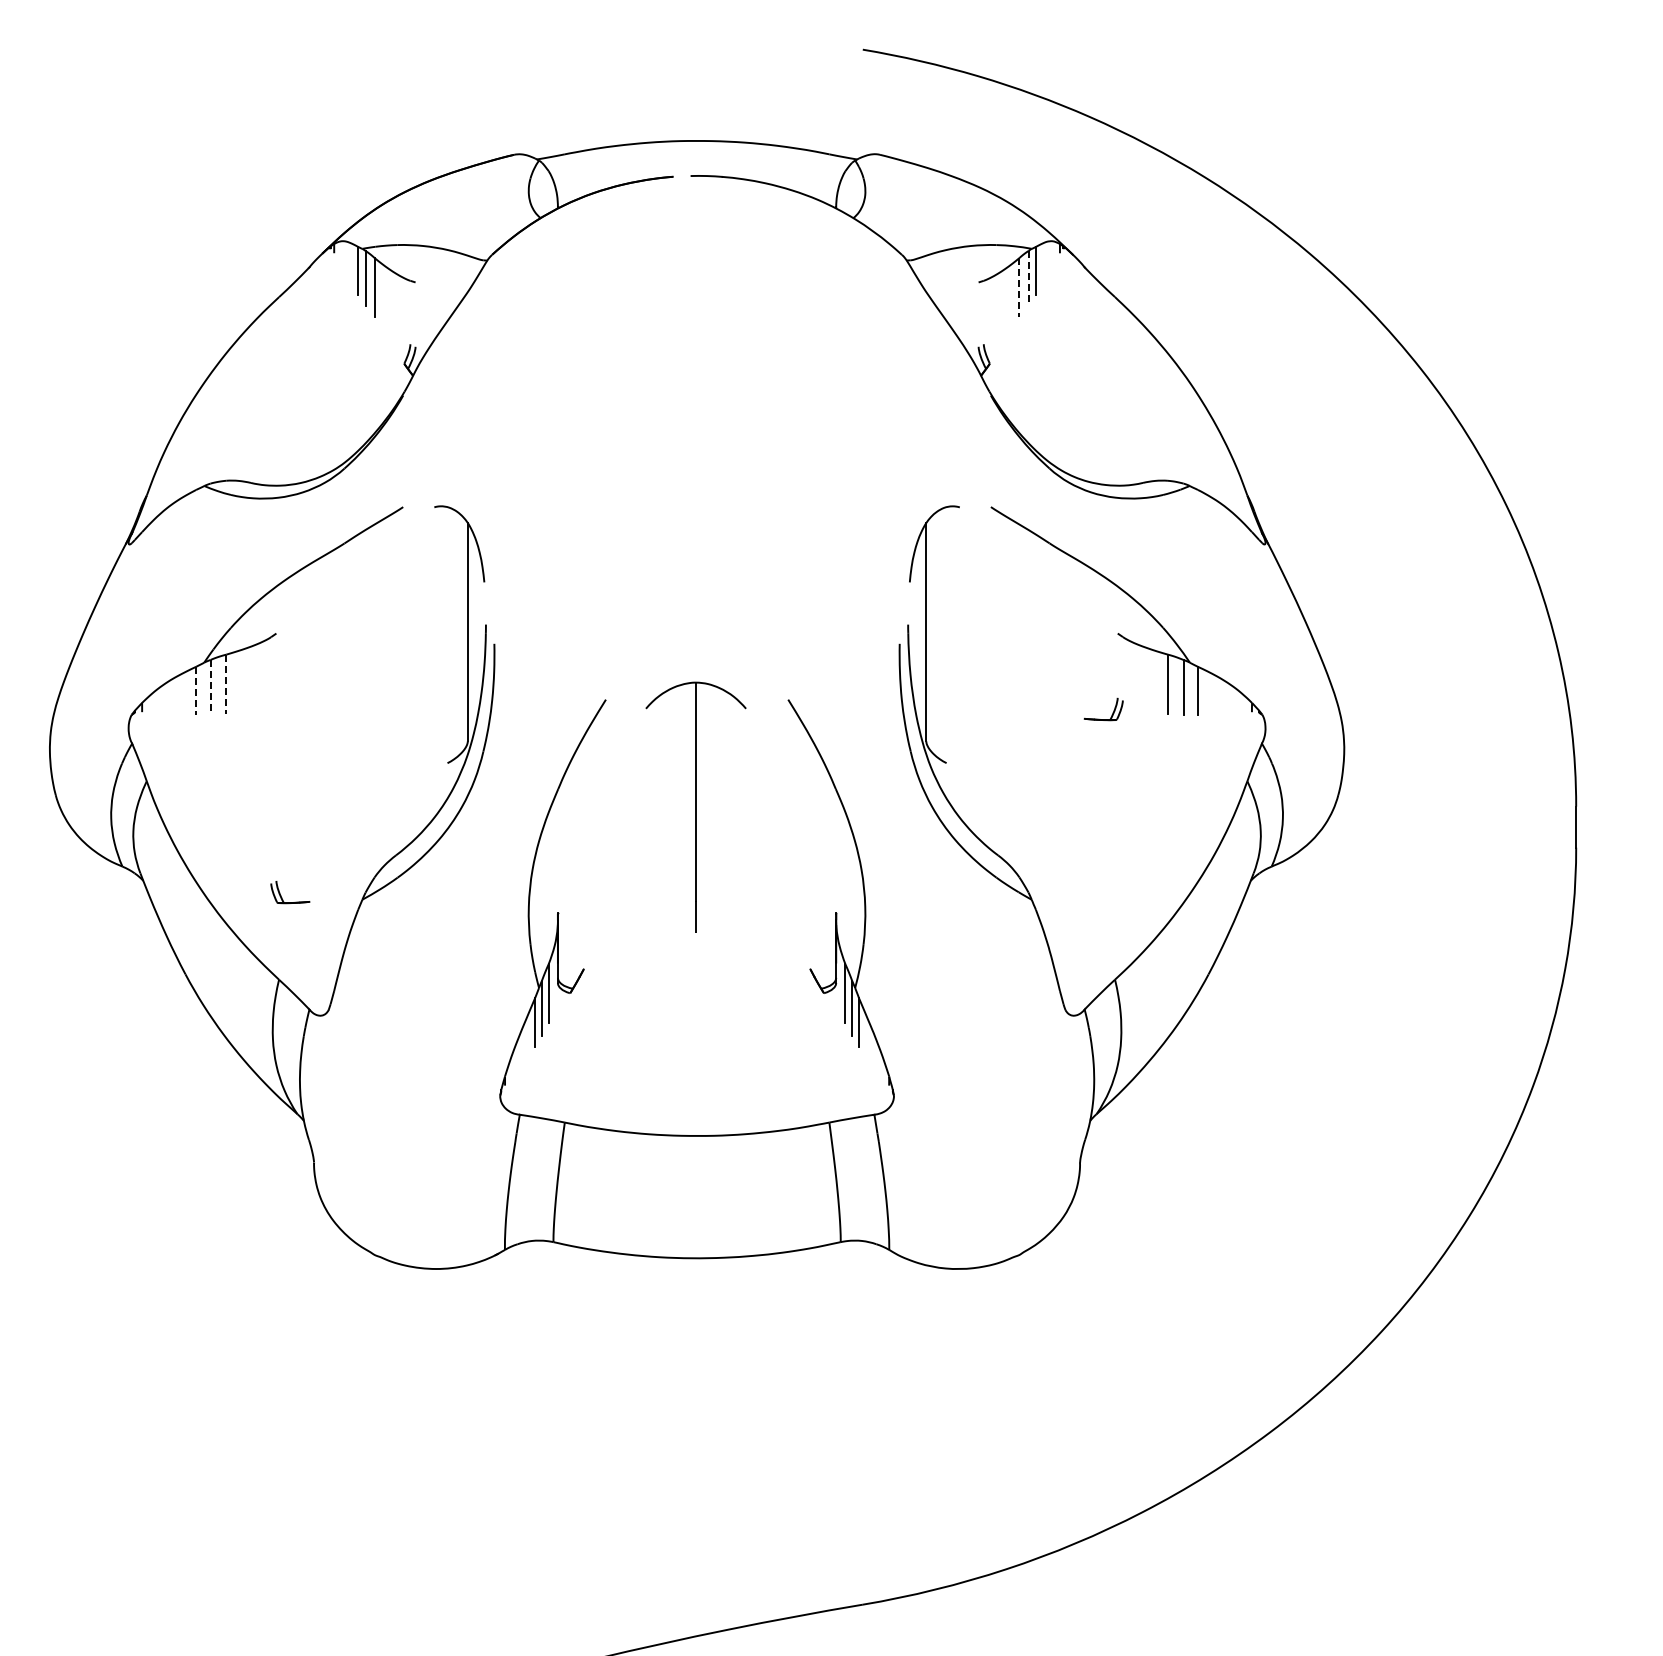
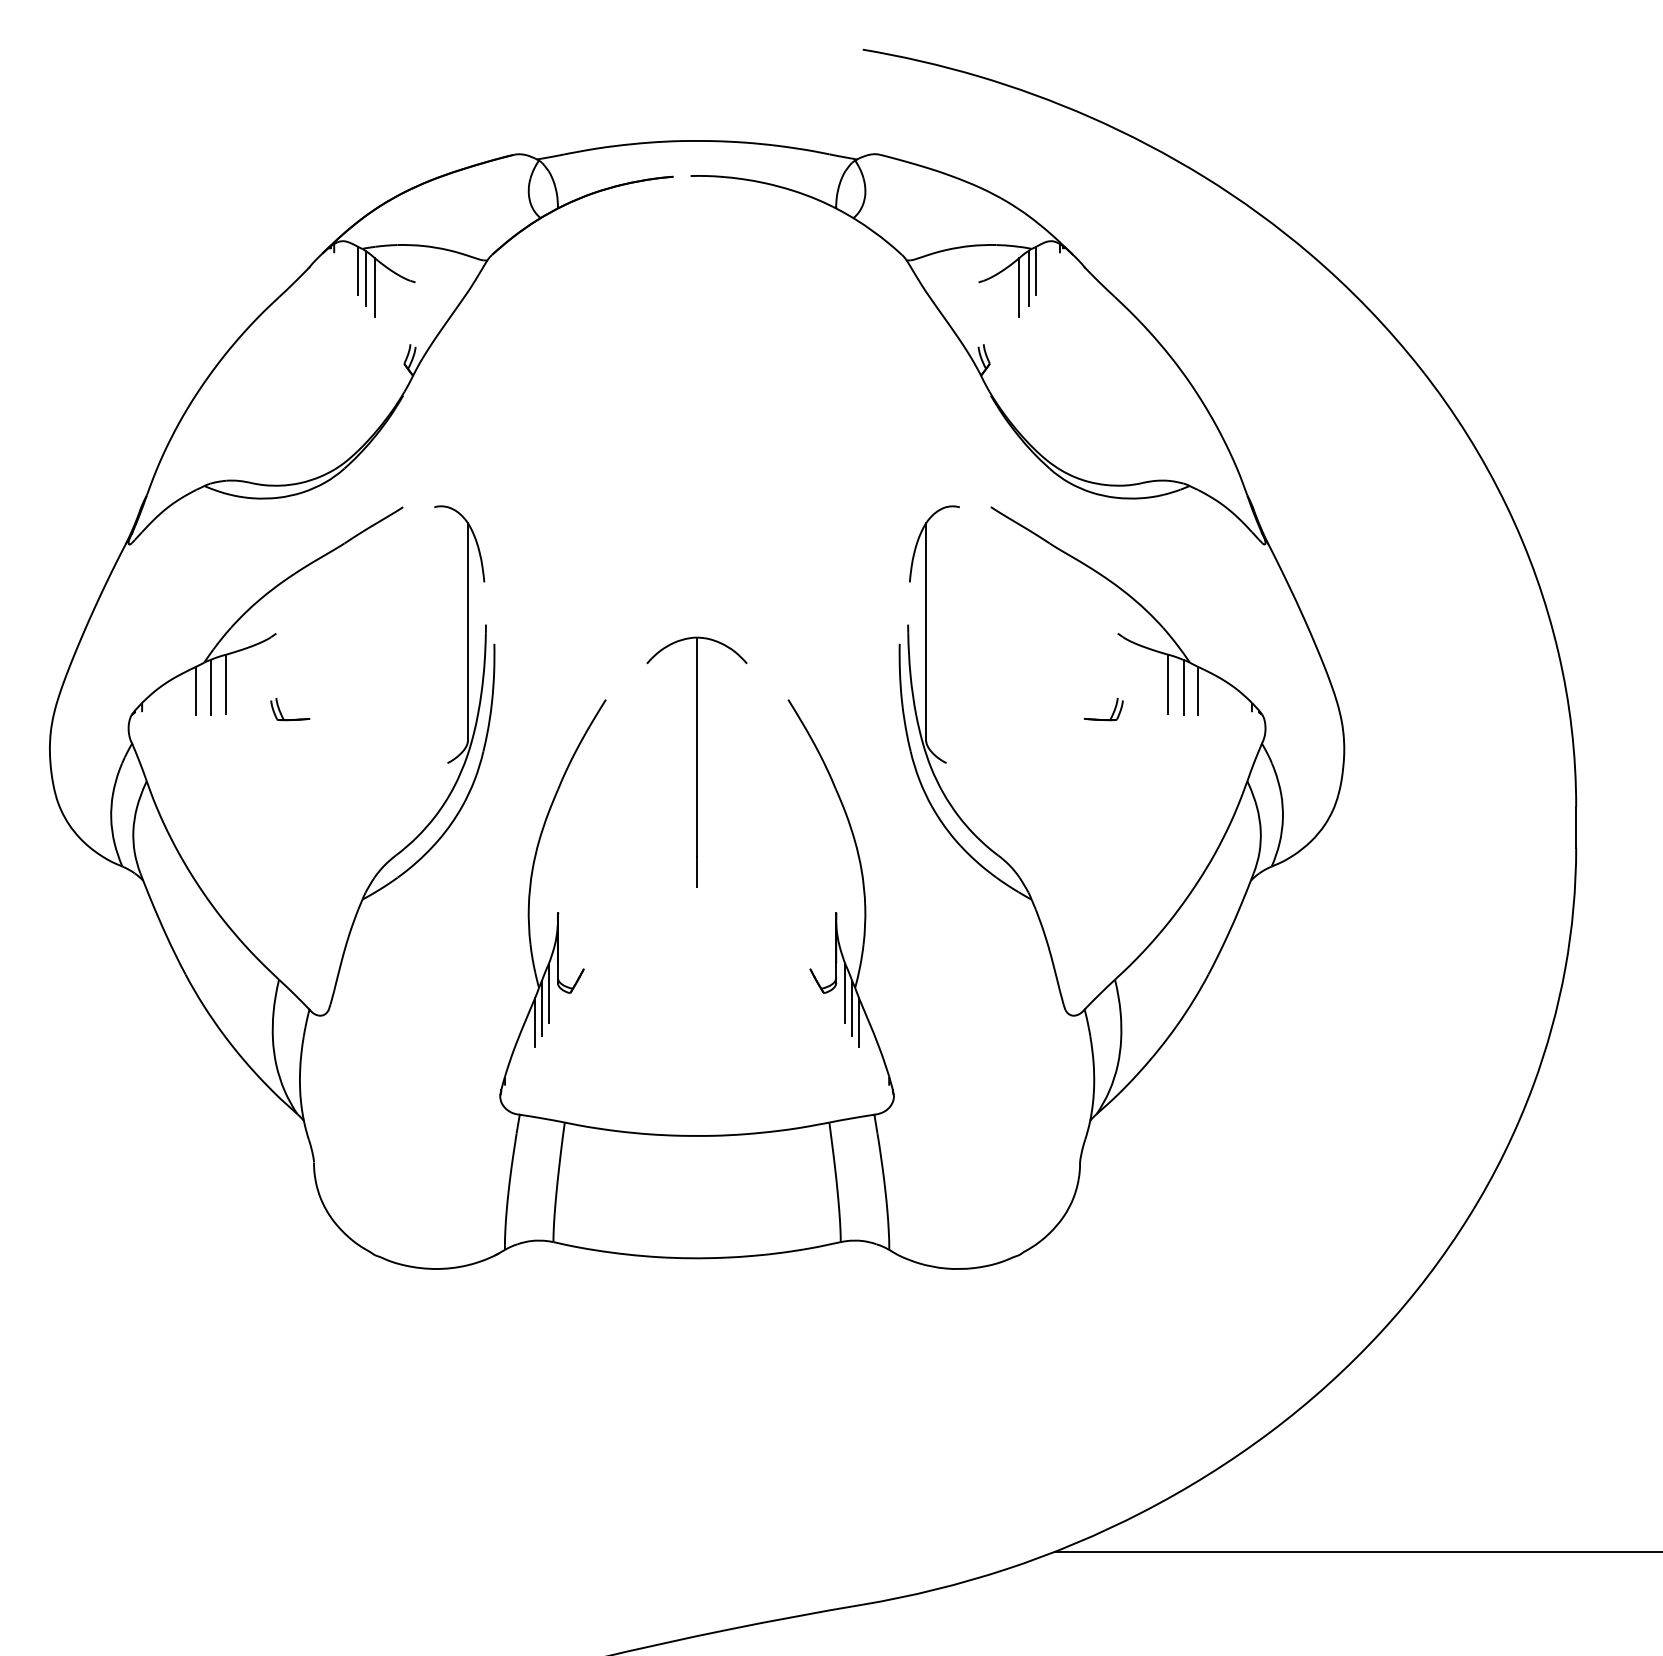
line at (1028, 278): dashed -> solid
line at (1019, 287): dashed -> solid
line at (226, 684): dashed -> solid
line at (210, 687): dashed -> solid
line at (196, 691): dashed -> solid
part at (695, 806) position: (695, 806) -> (696, 761)
part at (282, 897) position: (282, 897) -> (282, 714)
line at (1357, 1551): none -> present
